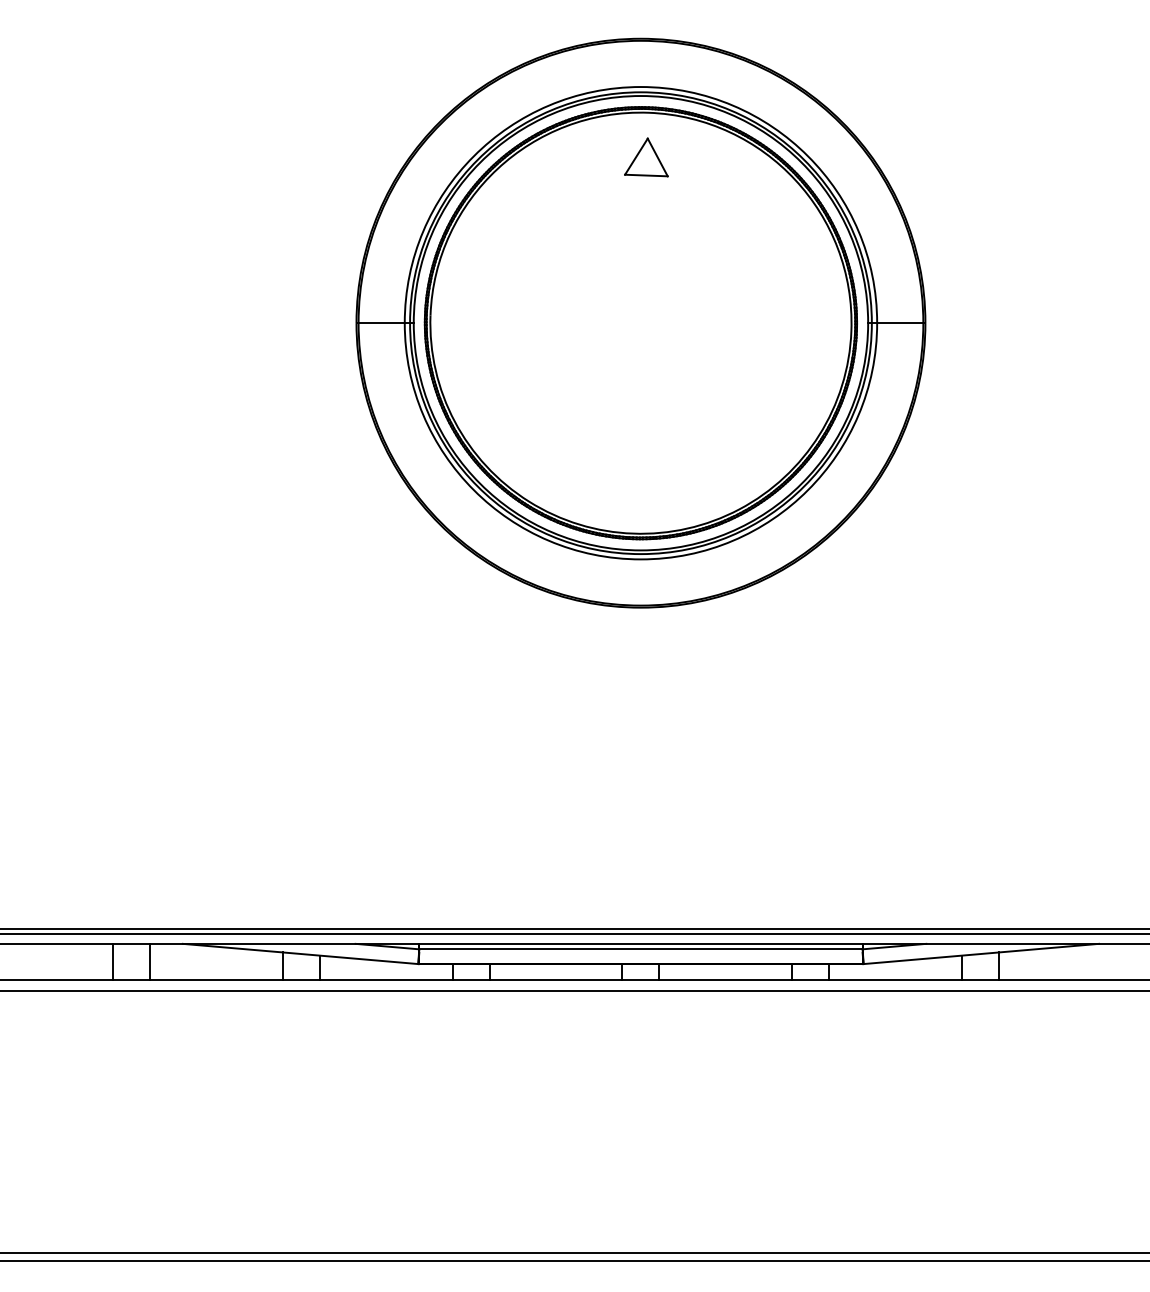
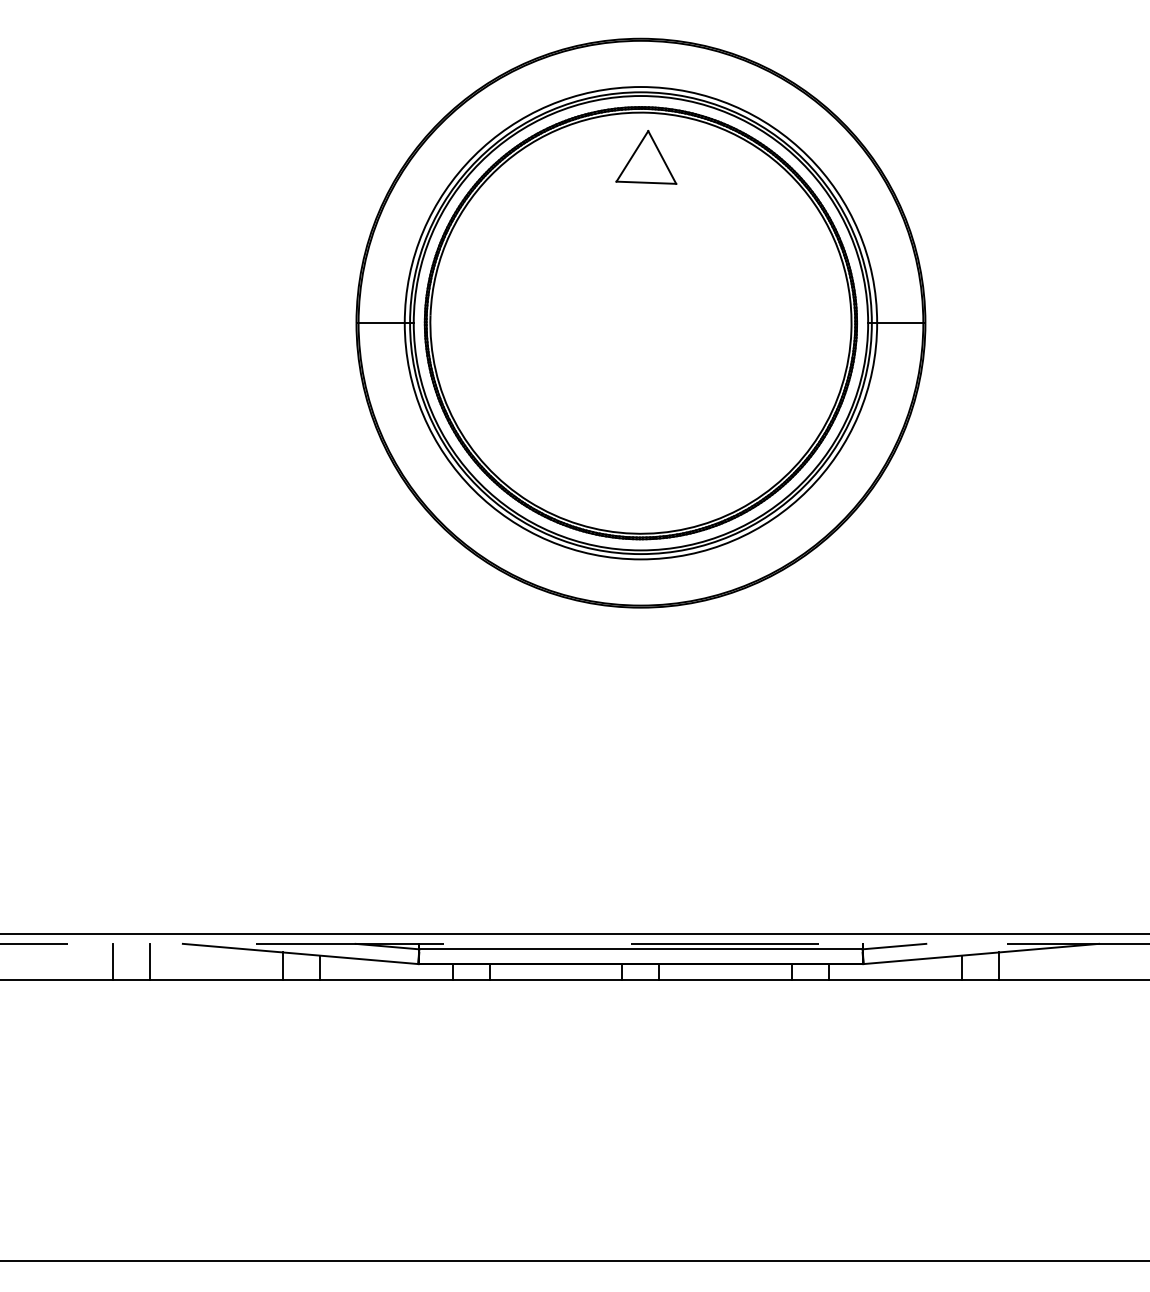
part at (646, 157) size: 45x41 px -> 63x55 px
line at (574, 929): present -> none
line at (575, 943): solid -> dashed
line at (574, 991): present -> none
line at (574, 1253): present -> none
